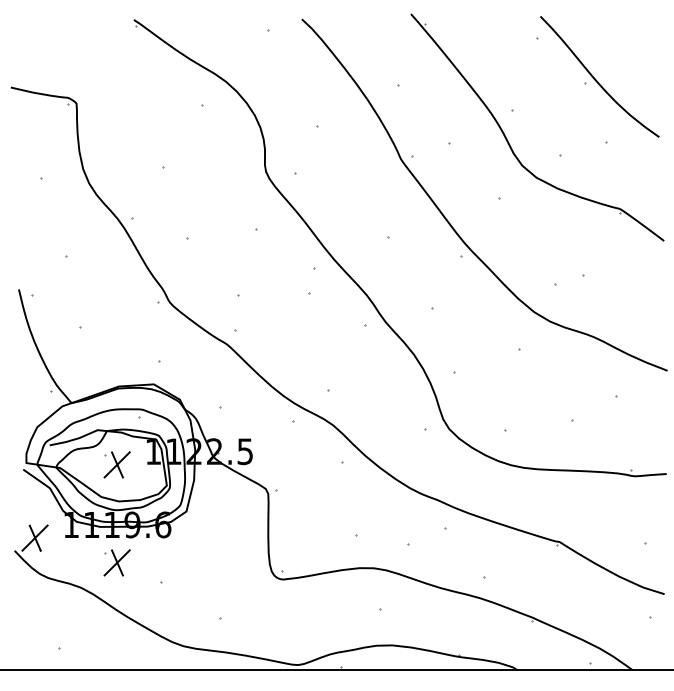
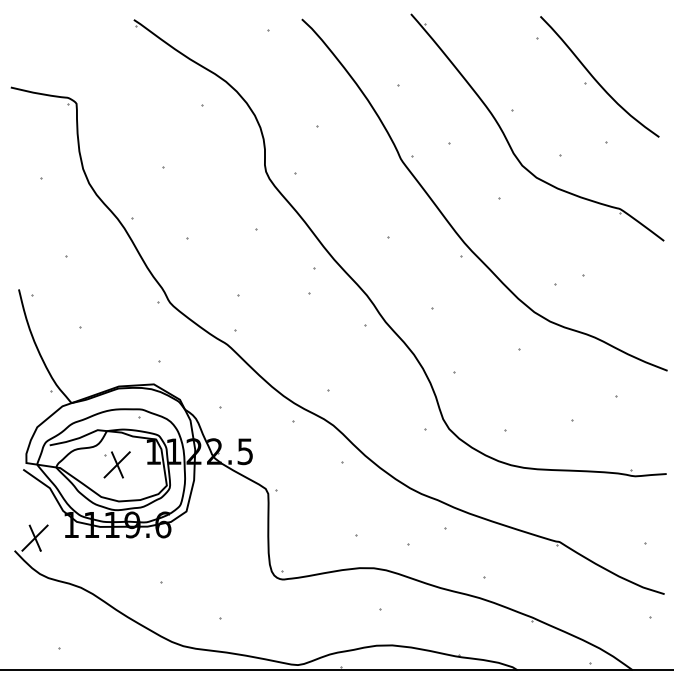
part at (116, 562): present -> none
